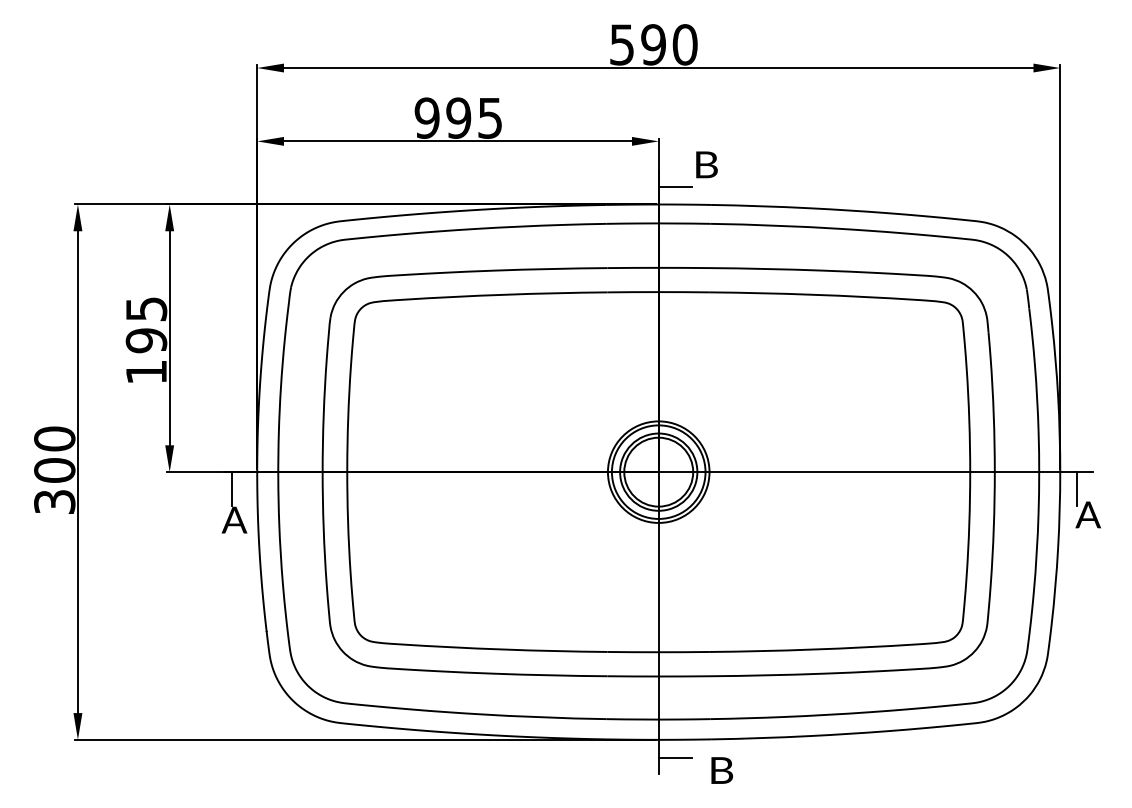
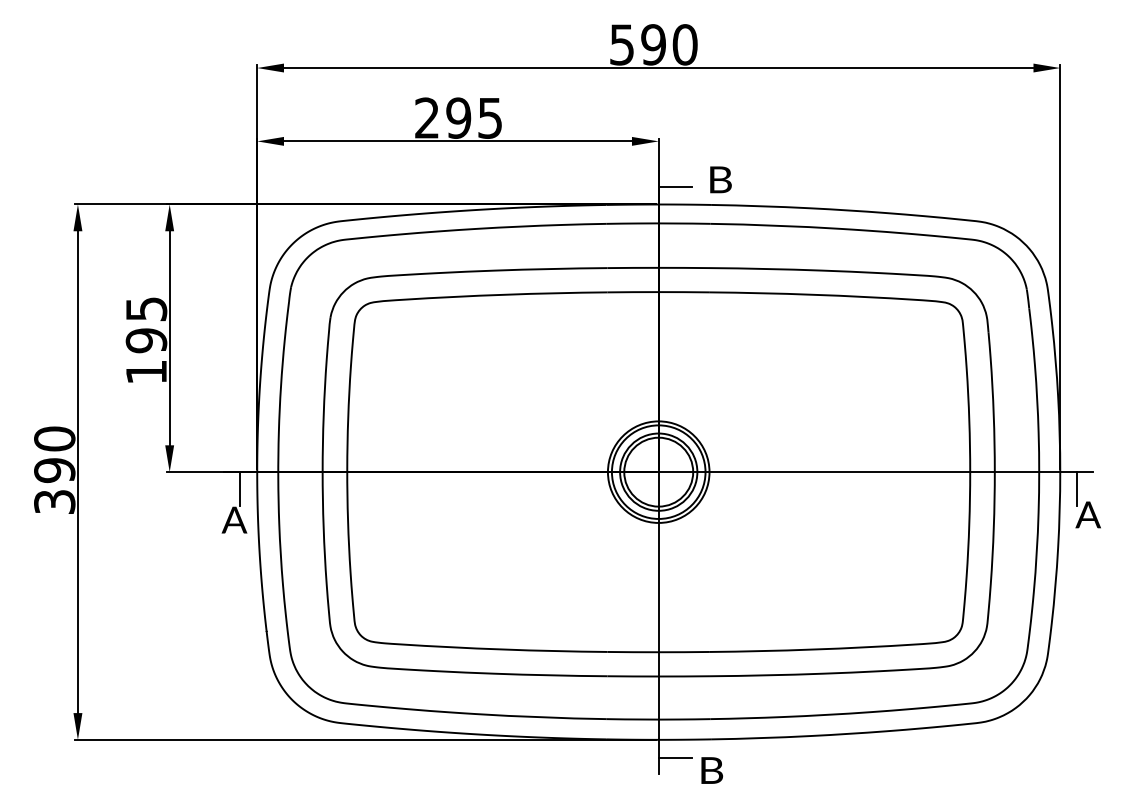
text at (426, 117): 995 -> 295
text at (706, 164) position: (706, 164) -> (720, 179)
text at (54, 470): 300 -> 390
line at (232, 488) position: (232, 488) -> (240, 488)
text at (722, 770) position: (722, 770) -> (712, 770)
